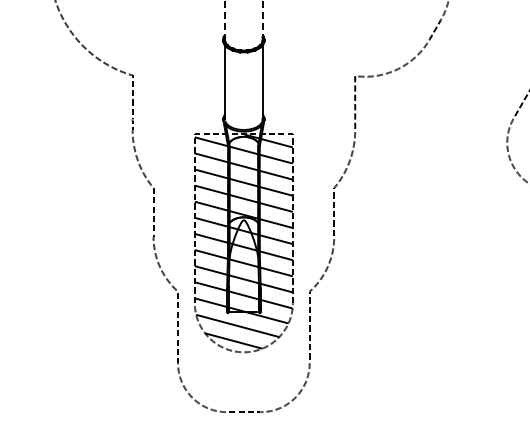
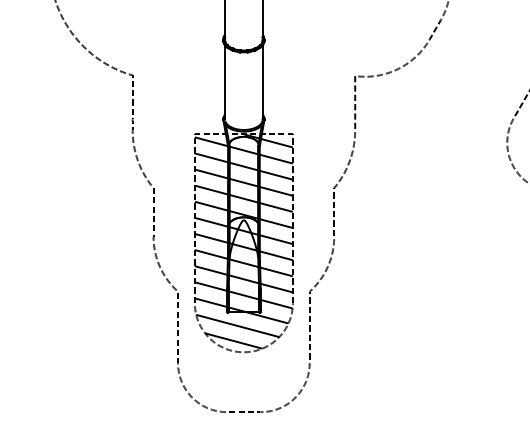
line at (225, 20): dashed -> solid
line at (262, 20): dashed -> solid
